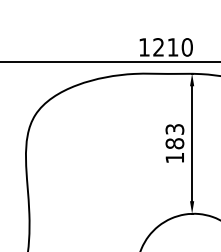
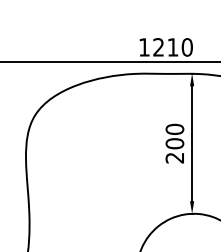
text at (174, 143): 183 -> 200
